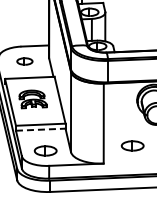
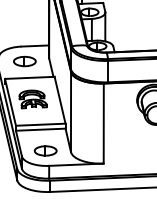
part at (24, 61) size: 18x9 px -> 24x13 px
line at (40, 129): dashed -> solid
part at (132, 145): present -> none
